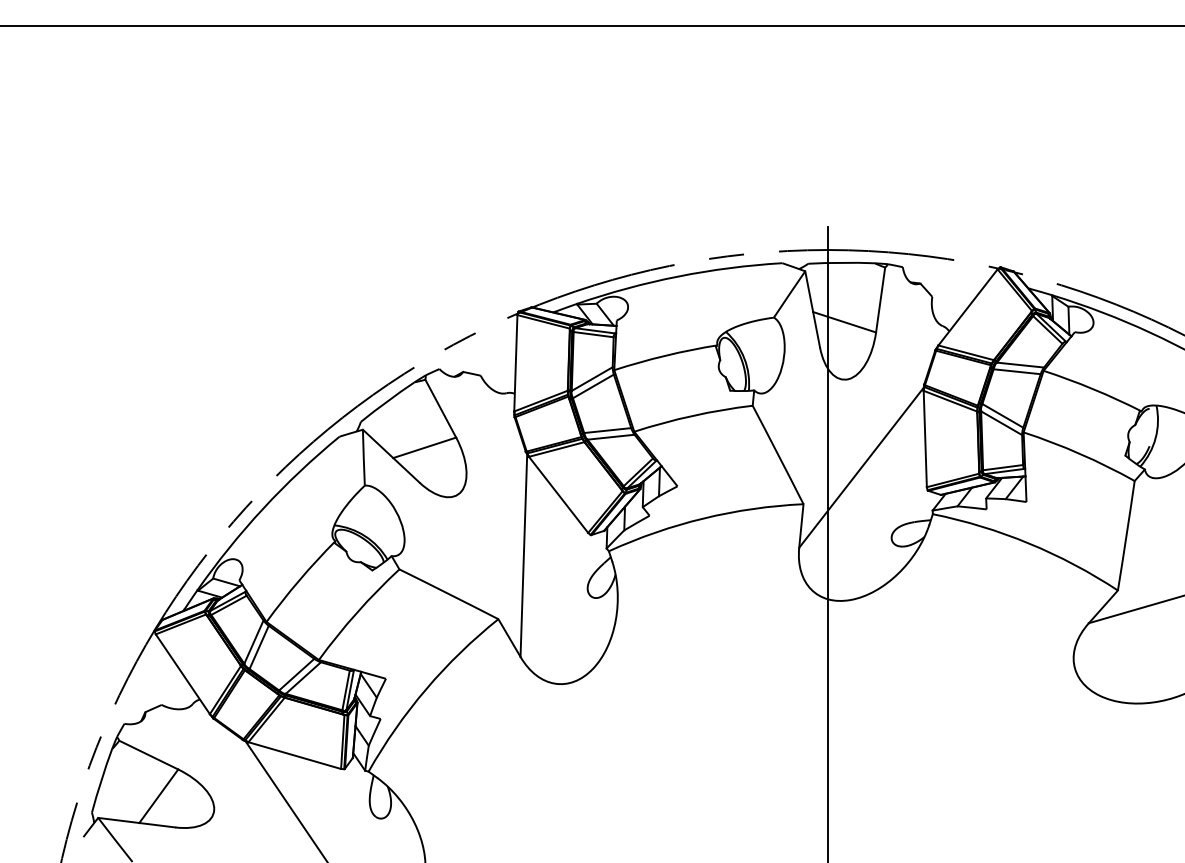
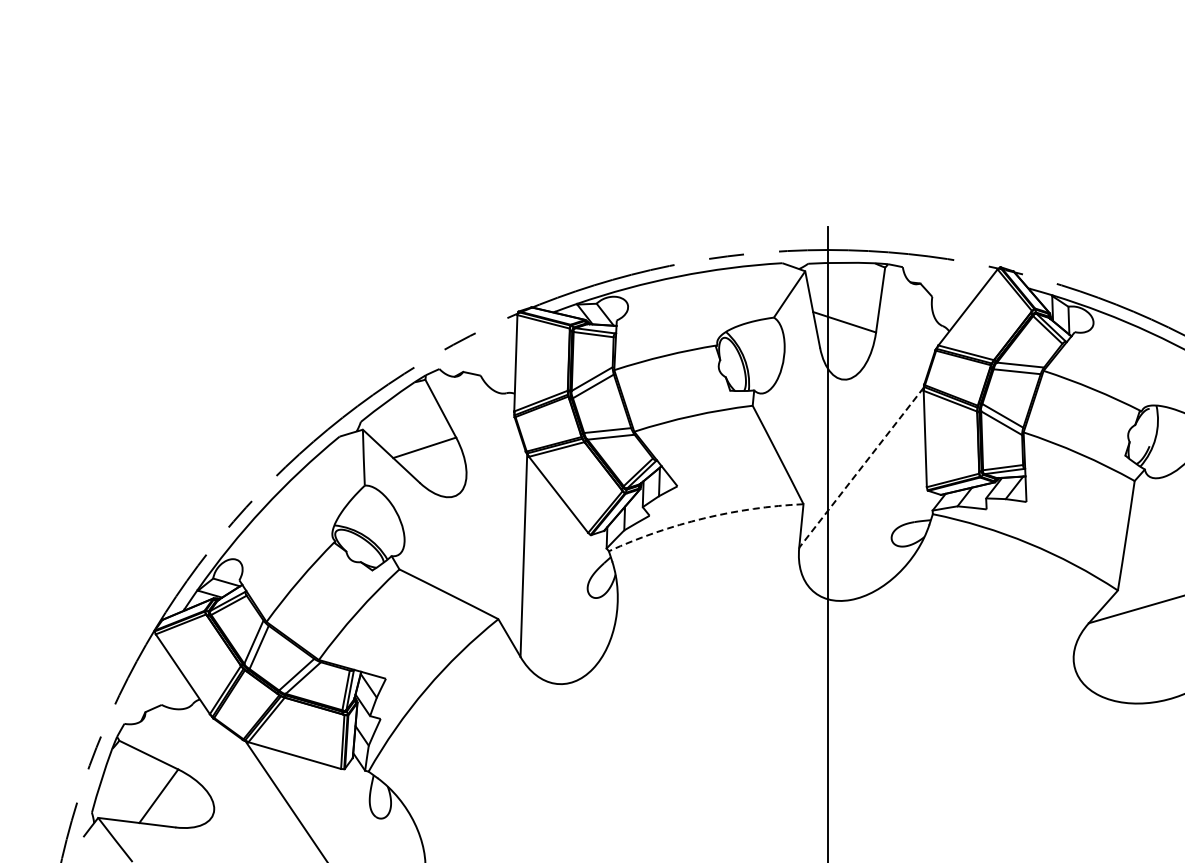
line at (591, 25): present -> none
line at (861, 468): solid -> dashed
arc at (703, 518): solid -> dashed
